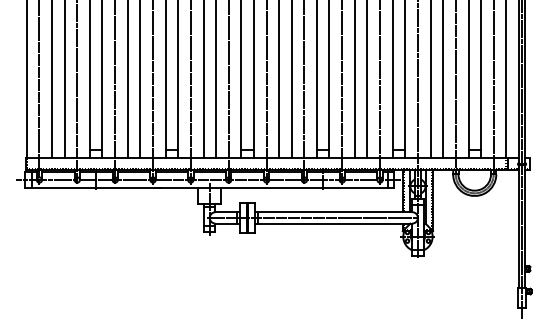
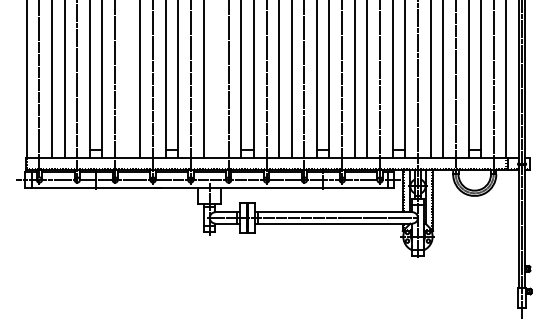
line at (127, 80): present -> none
line at (215, 80): present -> none
